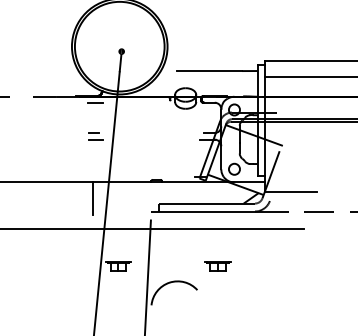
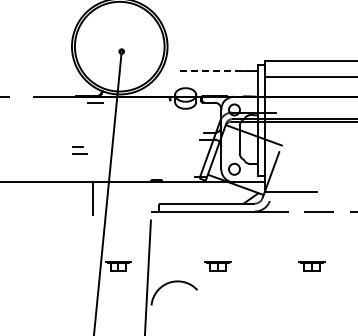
line at (209, 71): solid -> dashed
part at (95, 136) position: (95, 136) -> (79, 150)
line at (152, 228): present -> none
part at (311, 266): none -> present
